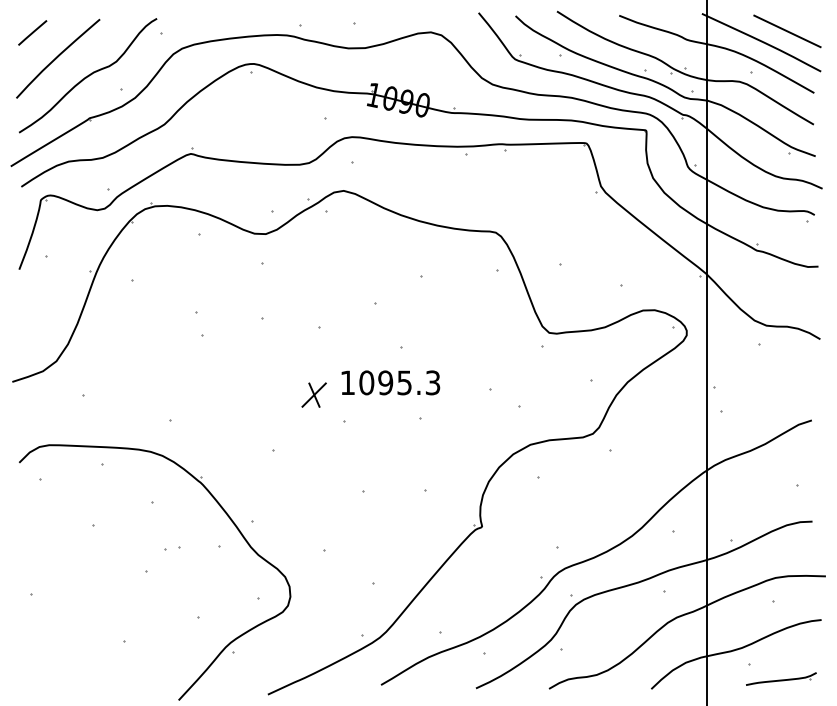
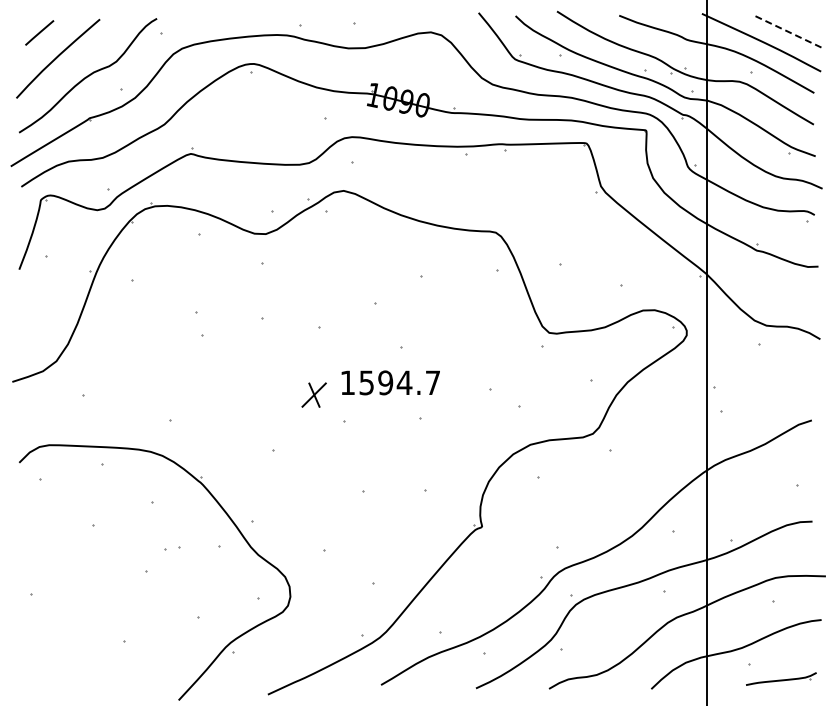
line at (787, 31): solid -> dashed
line at (32, 32) position: (32, 32) -> (39, 32)
text at (399, 382): 1095.3 -> 1594.7
